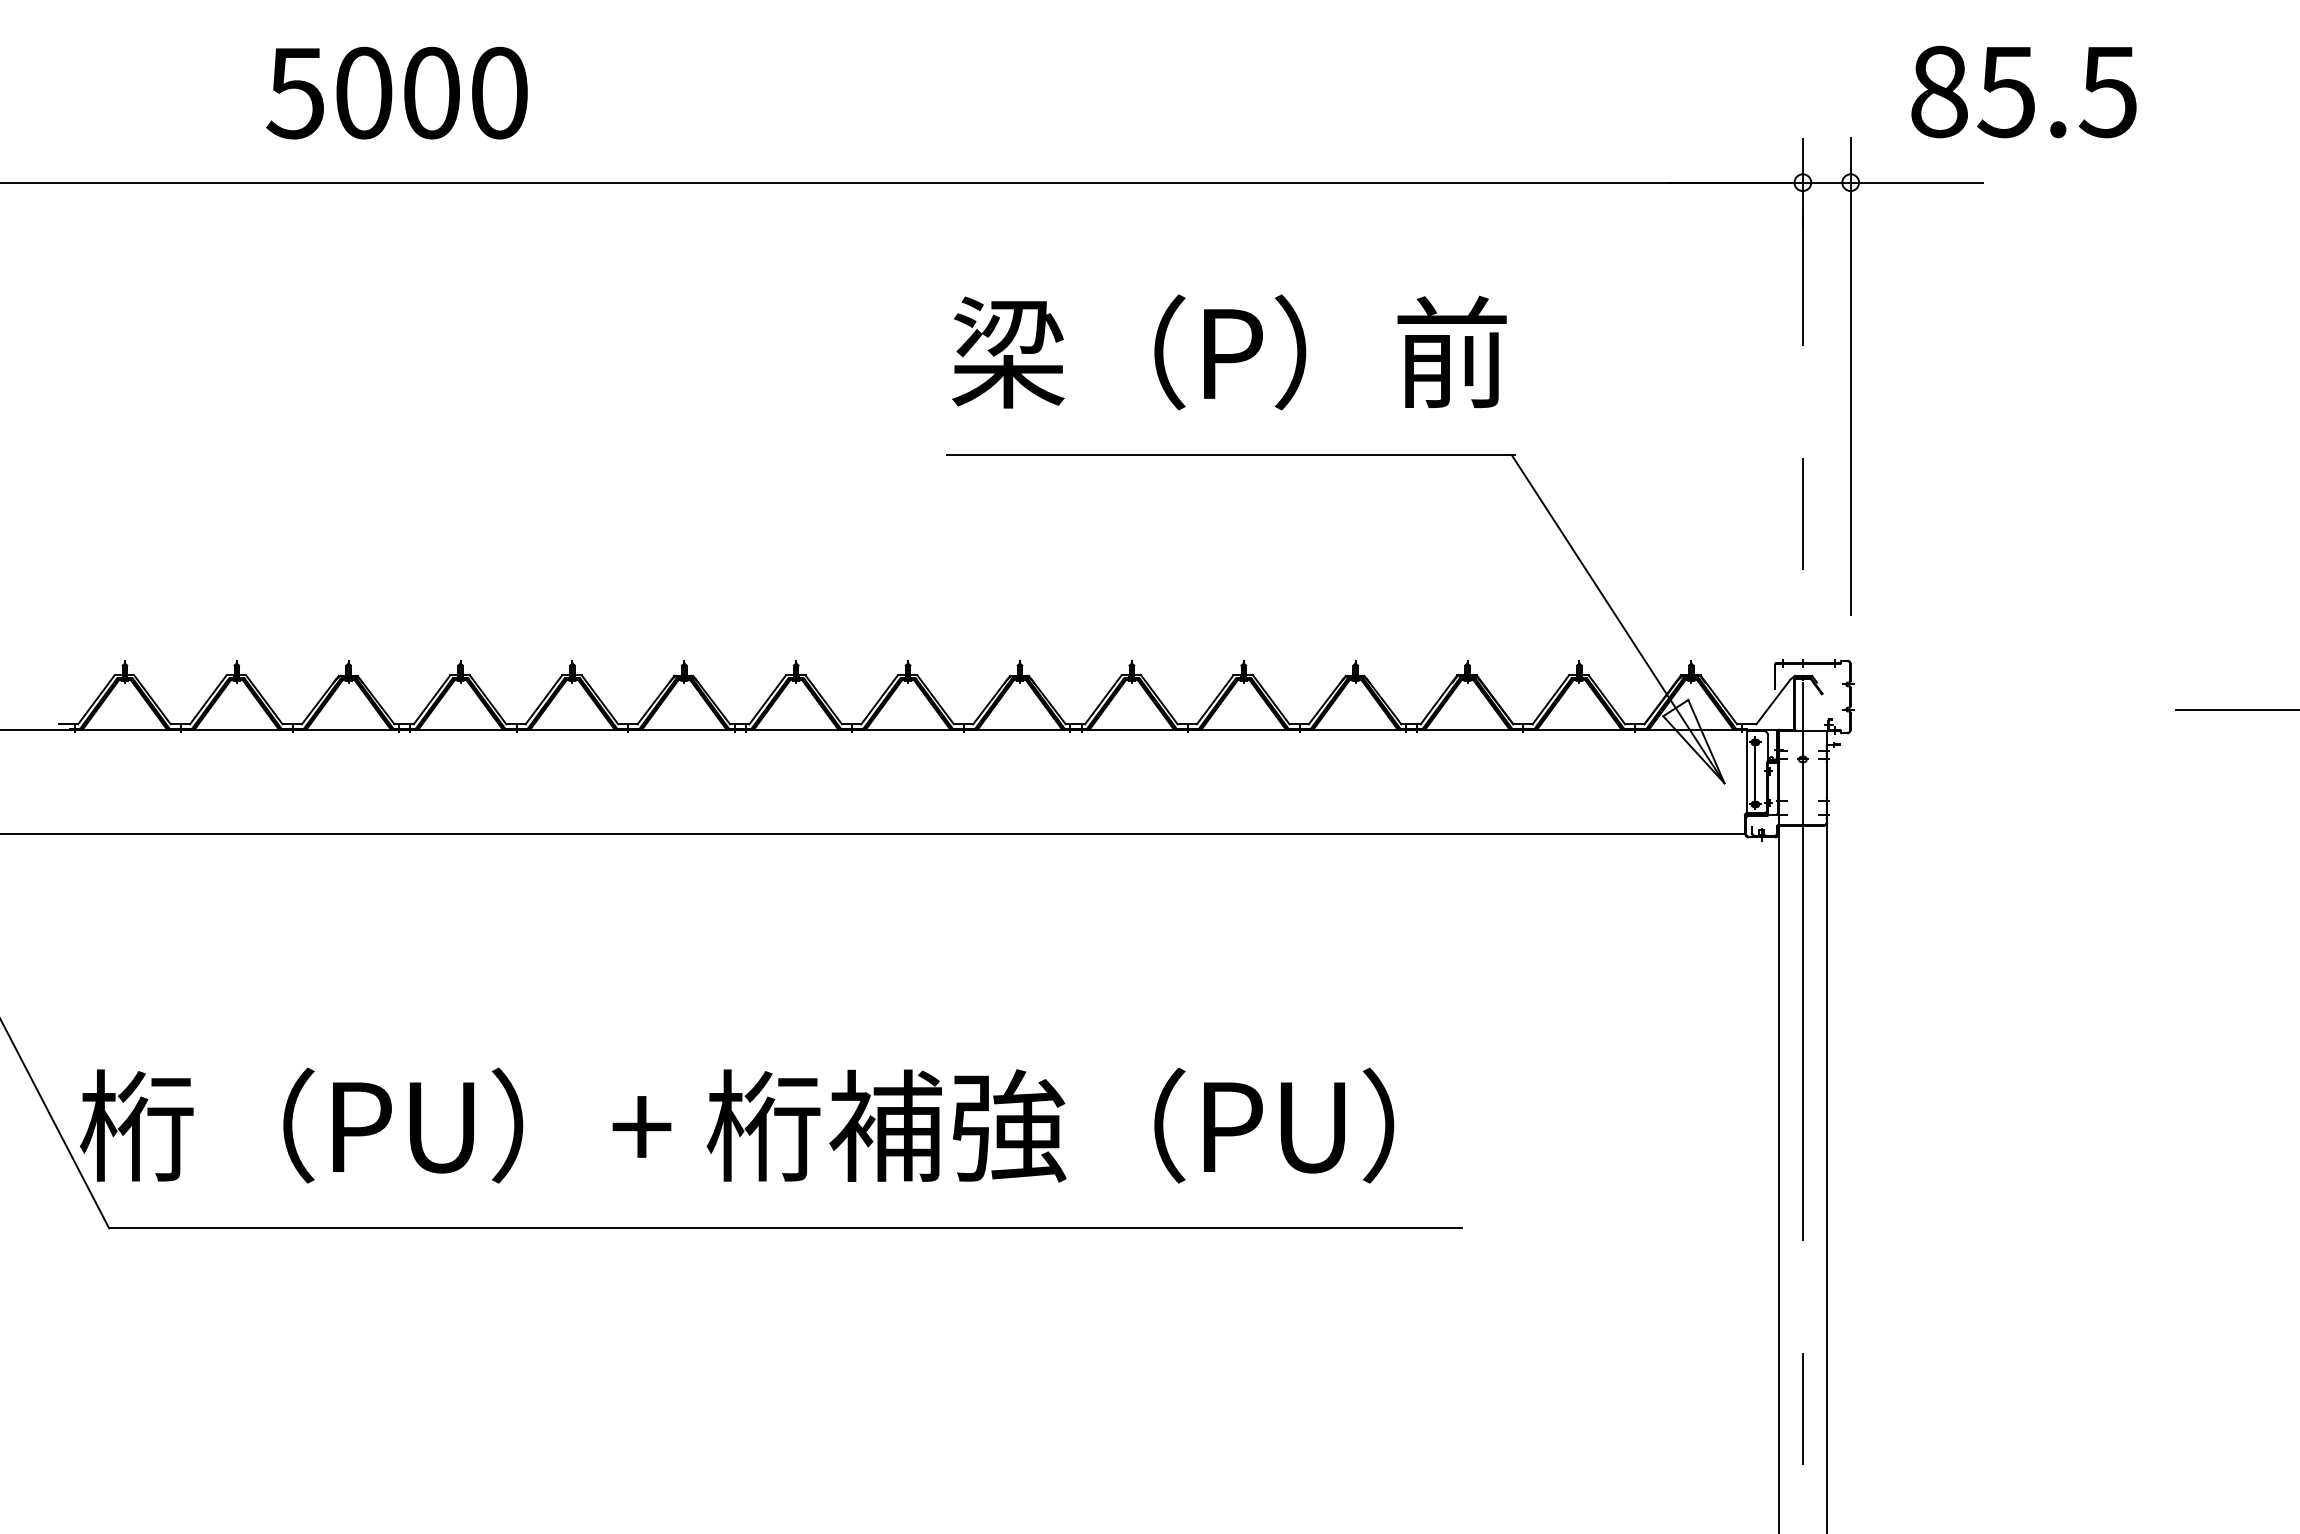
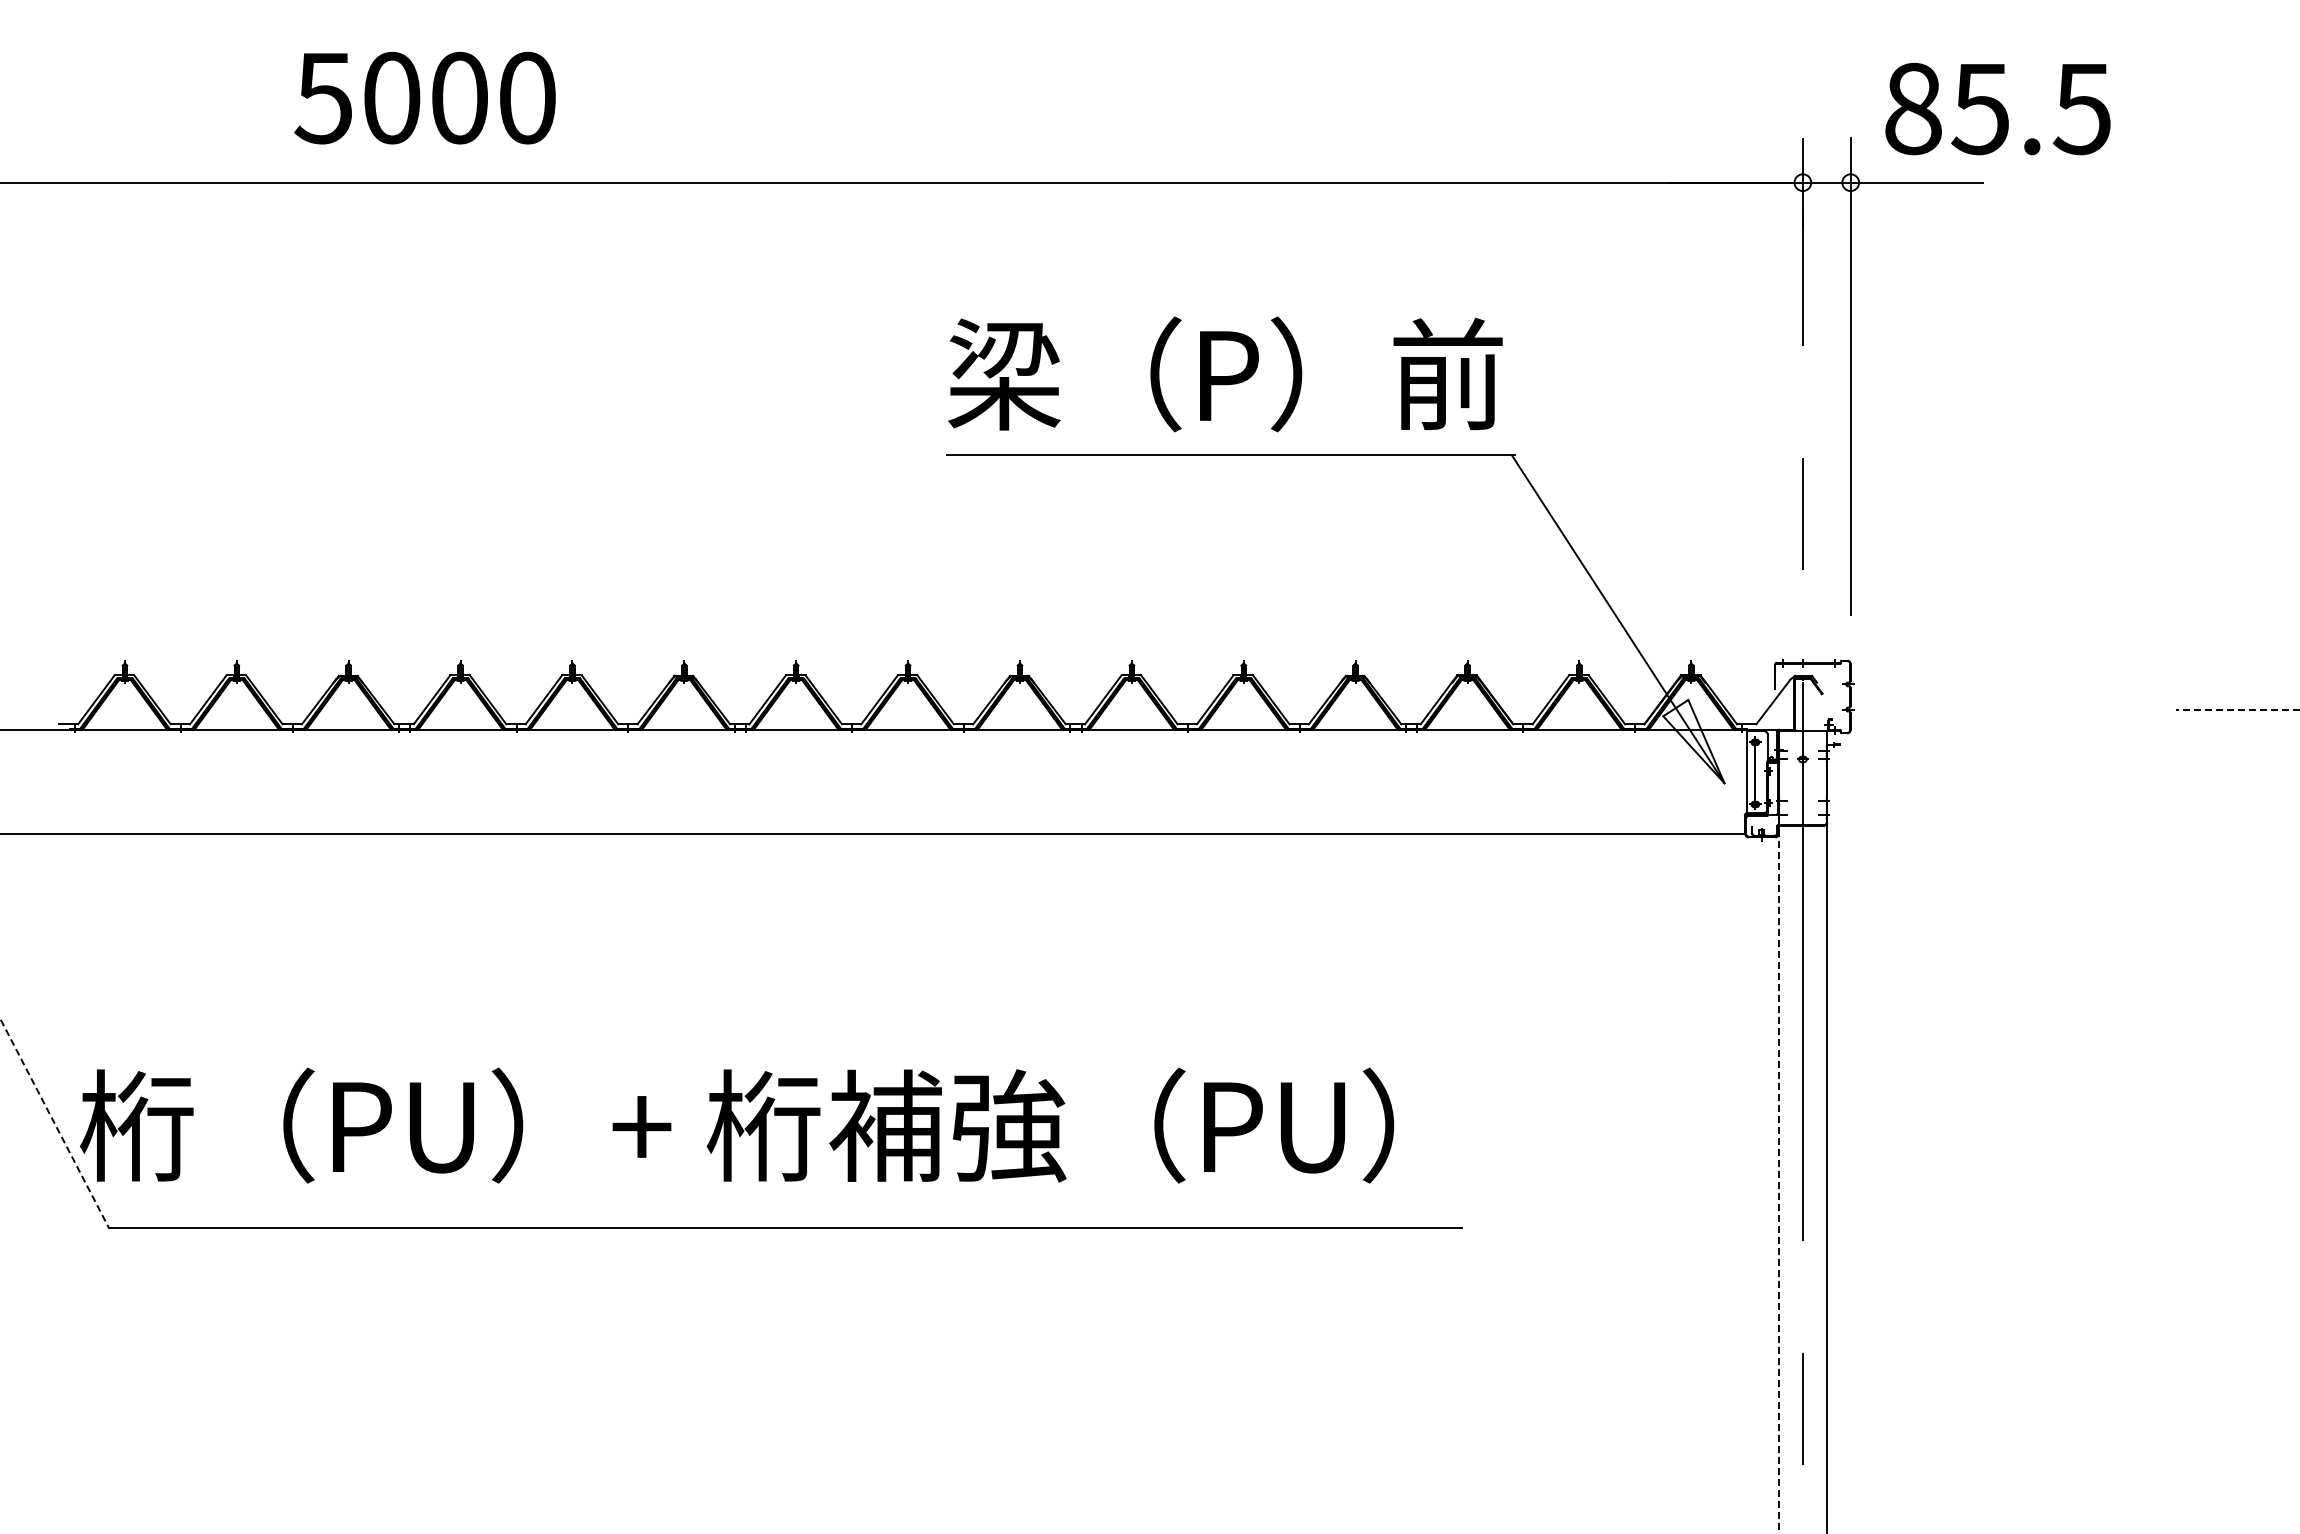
text at (2023, 91) position: (2023, 91) -> (1997, 108)
text at (396, 92) position: (396, 92) -> (424, 97)
text at (1229, 352) position: (1229, 352) -> (1225, 374)
line at (2237, 709): solid -> dashed
line at (54, 1123): solid -> dashed
line at (1779, 1133): solid -> dashed
